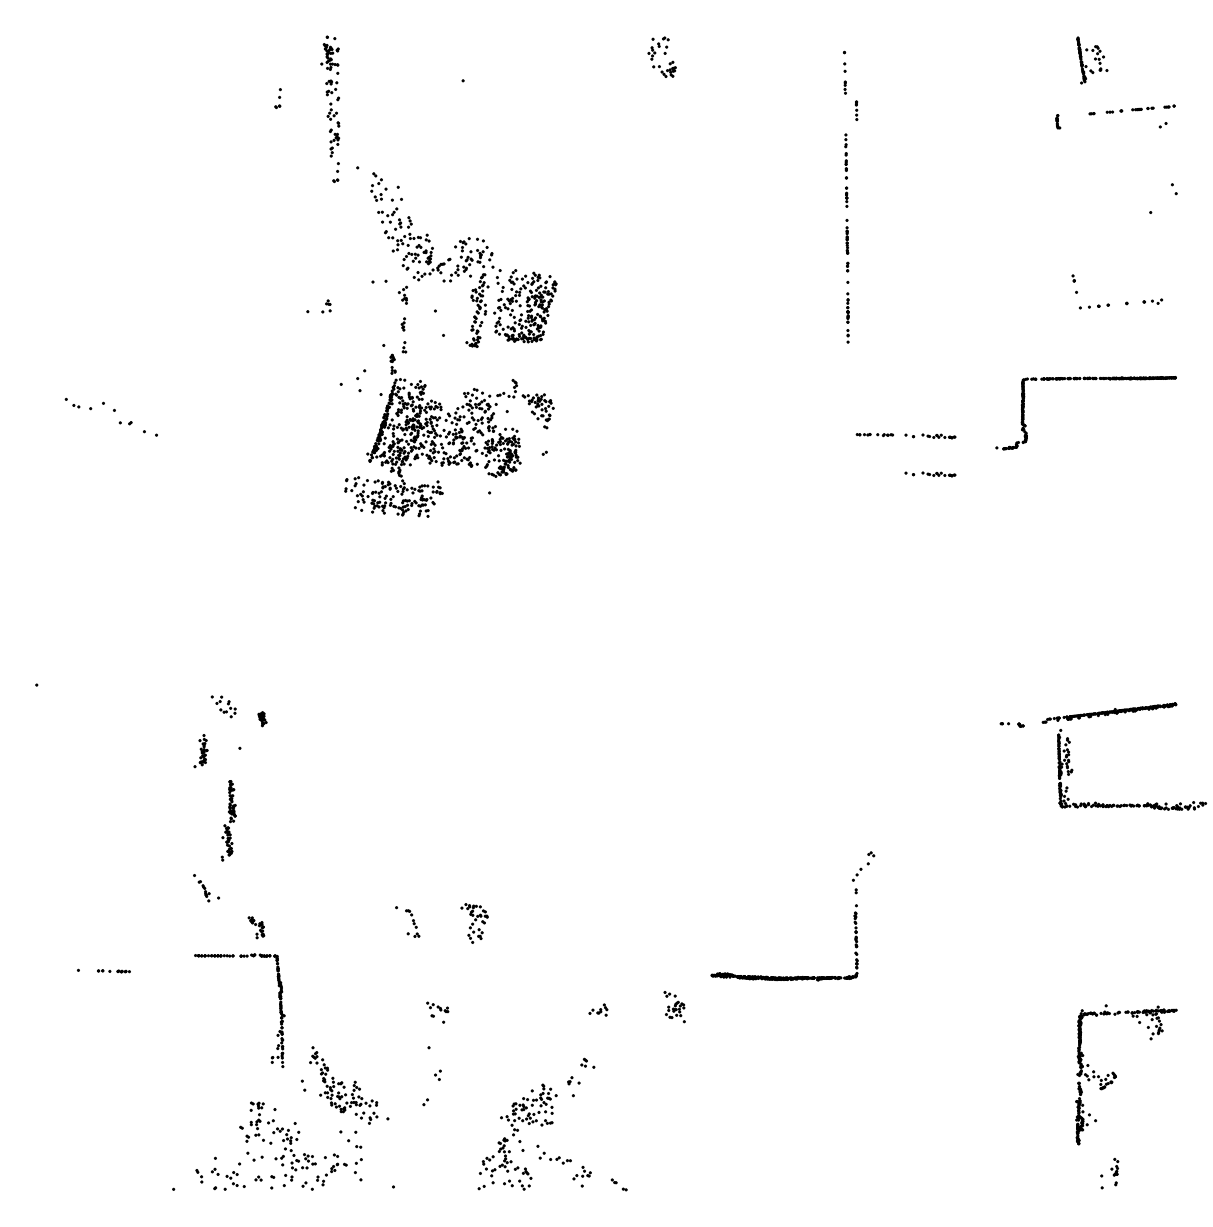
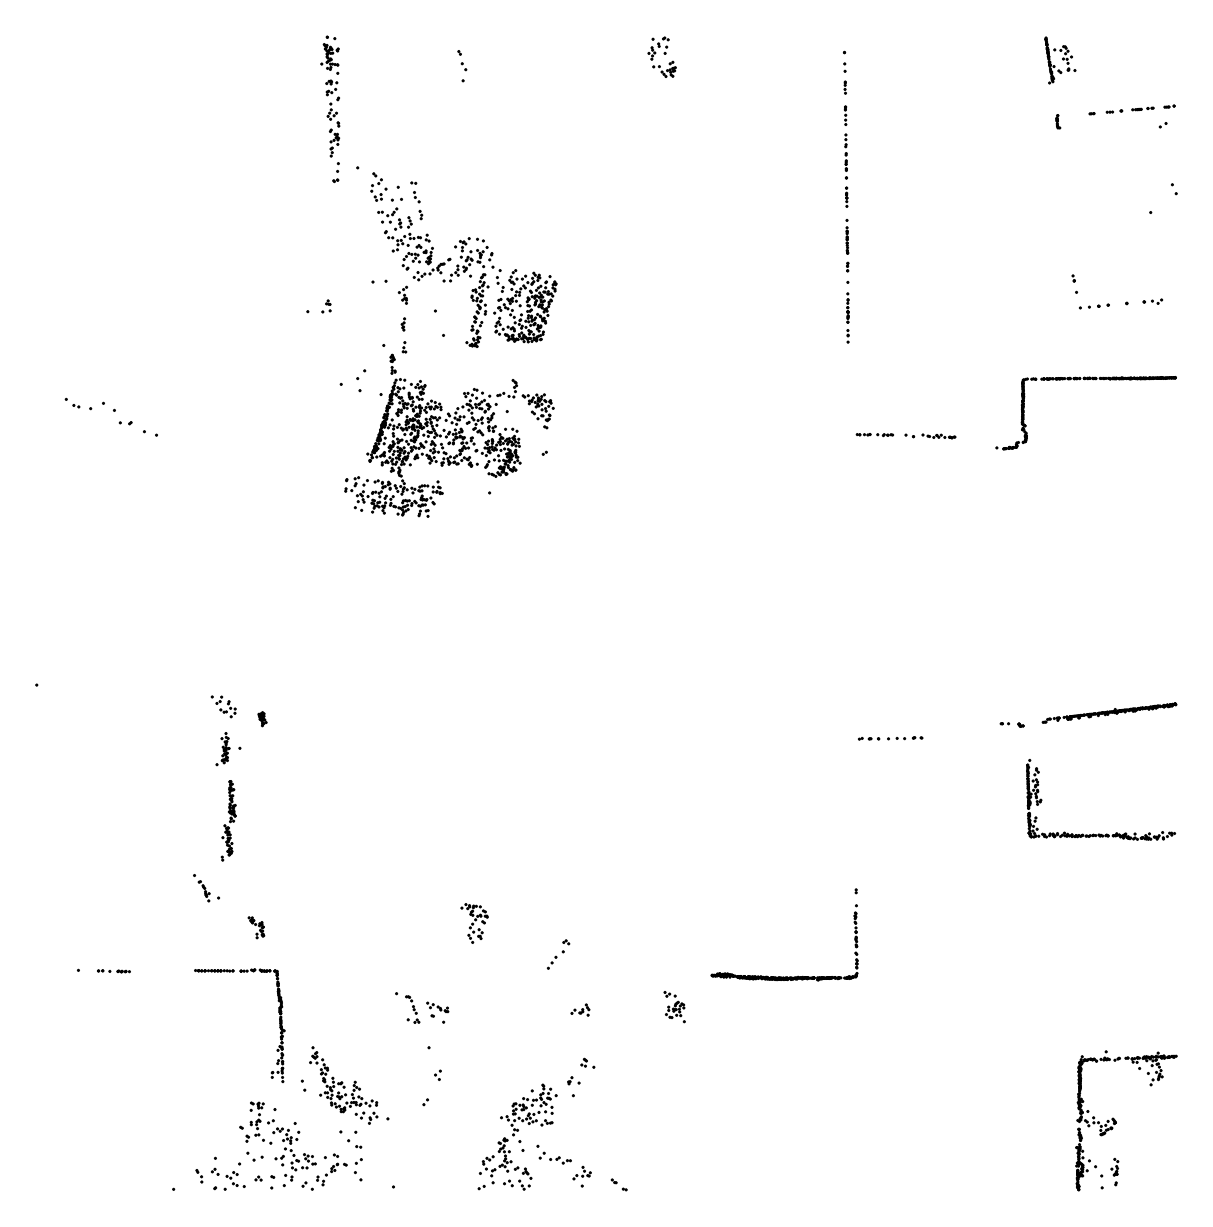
part at (462, 60): none -> present
part at (1092, 60) position: (1092, 60) -> (1060, 60)
part at (277, 98): present -> none
part at (856, 110) position: (856, 110) -> (845, 115)
part at (416, 200): none -> present
part at (930, 474): present -> none
part at (890, 738): none -> present
part at (200, 751) position: (200, 751) -> (222, 749)
part at (1130, 803) position: (1130, 803) -> (1099, 833)
part at (863, 866) position: (863, 866) -> (558, 954)
part at (407, 921) position: (407, 921) -> (407, 1007)
part at (598, 1009) position: (598, 1009) -> (580, 1009)
part at (279, 1010) position: (279, 1010) -> (279, 1025)
part at (1116, 1075) position: (1116, 1075) -> (1116, 1121)
